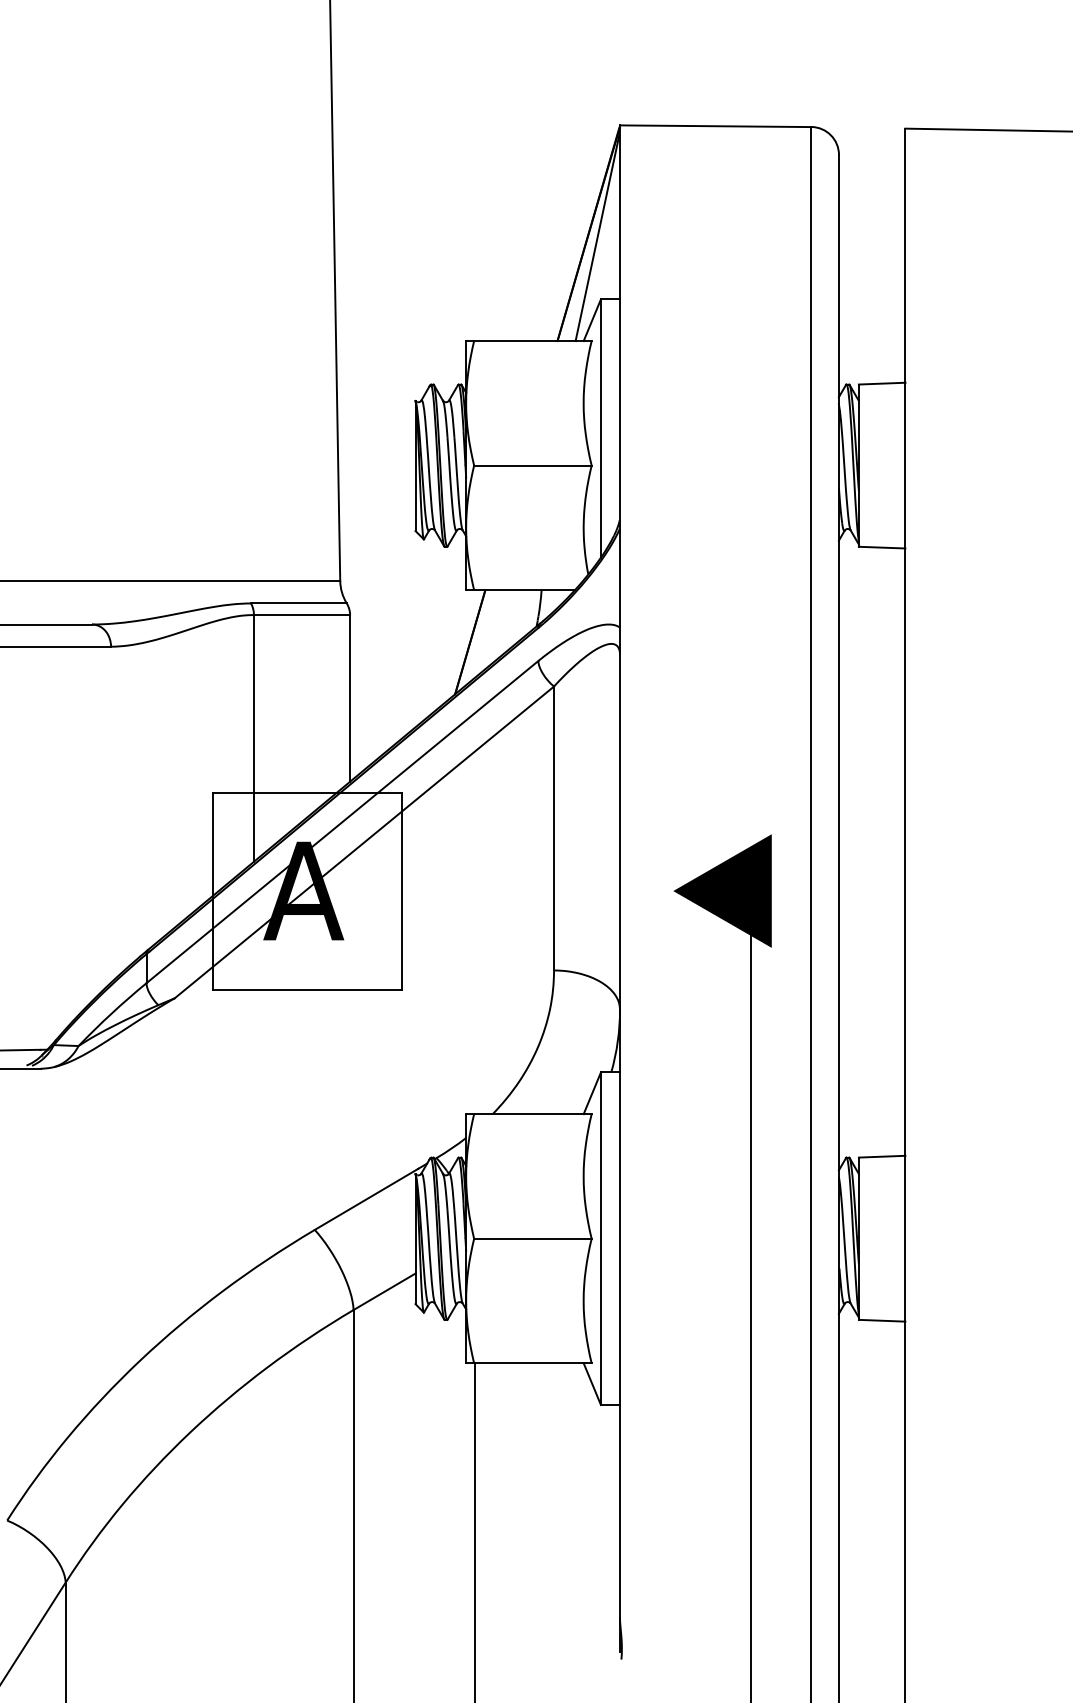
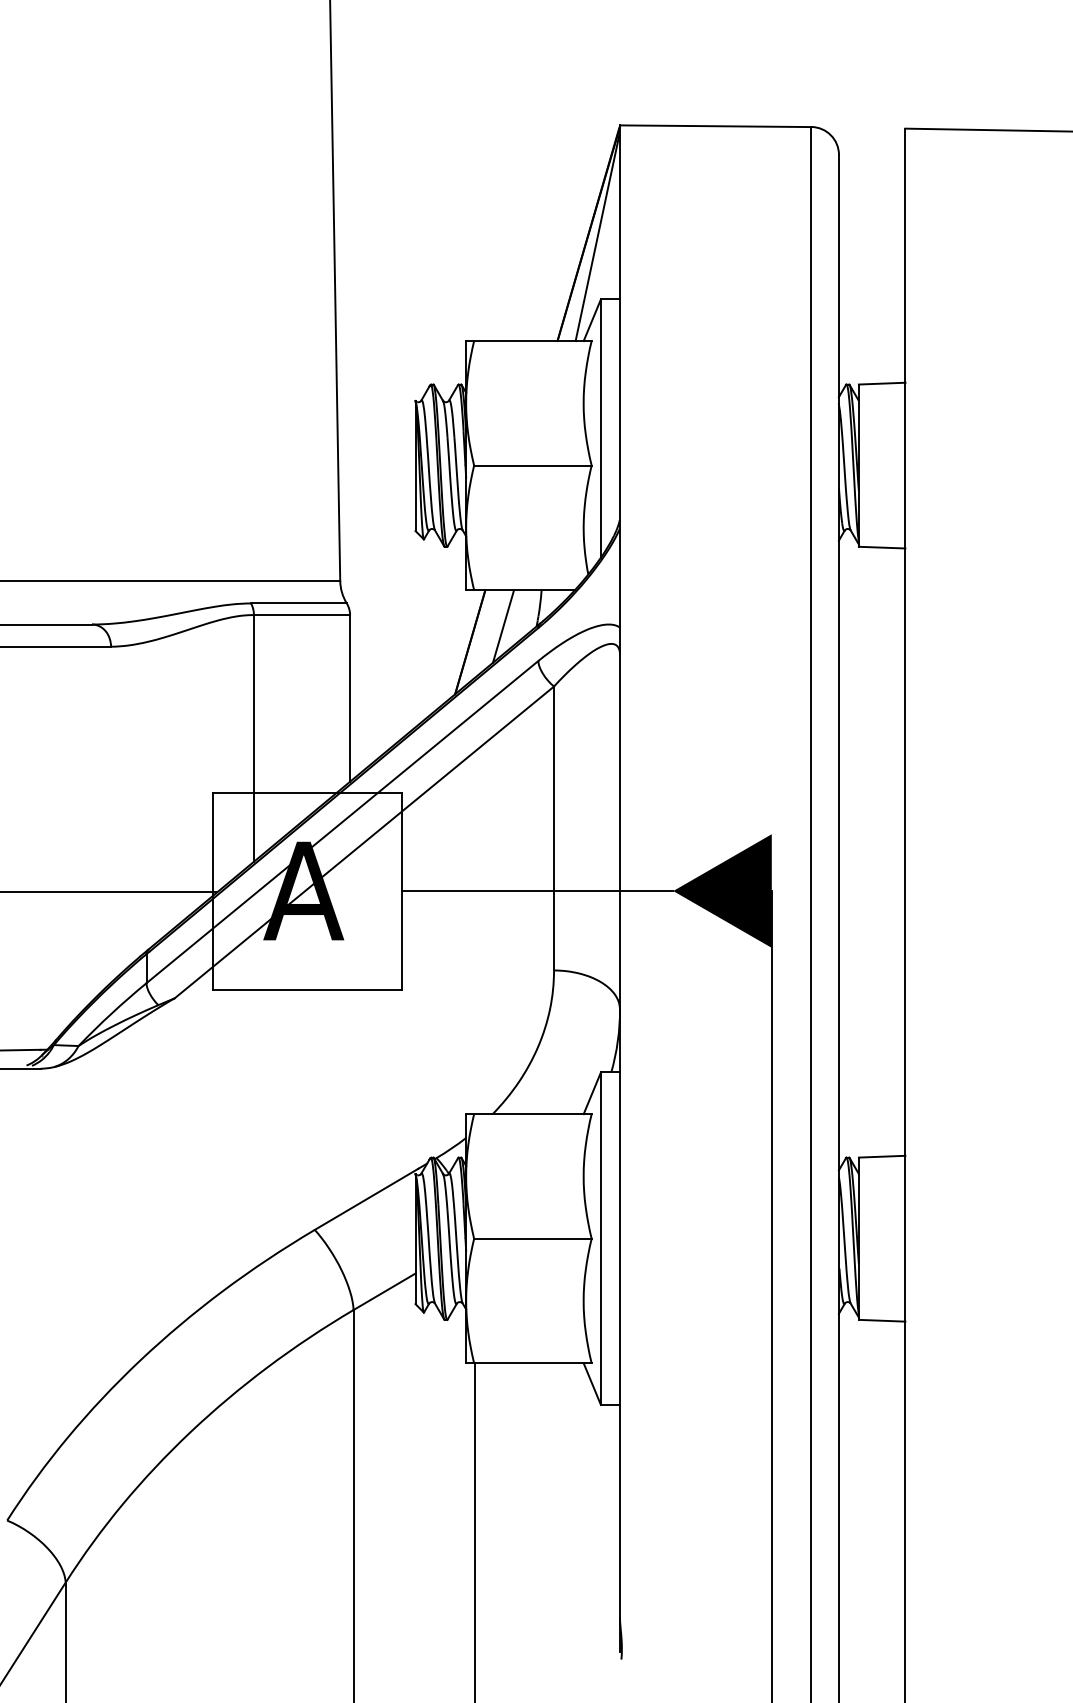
line at (503, 626): none -> present
line at (537, 891): none -> present
line at (109, 892): none -> present
line at (750, 1295) position: (750, 1295) -> (771, 1295)
